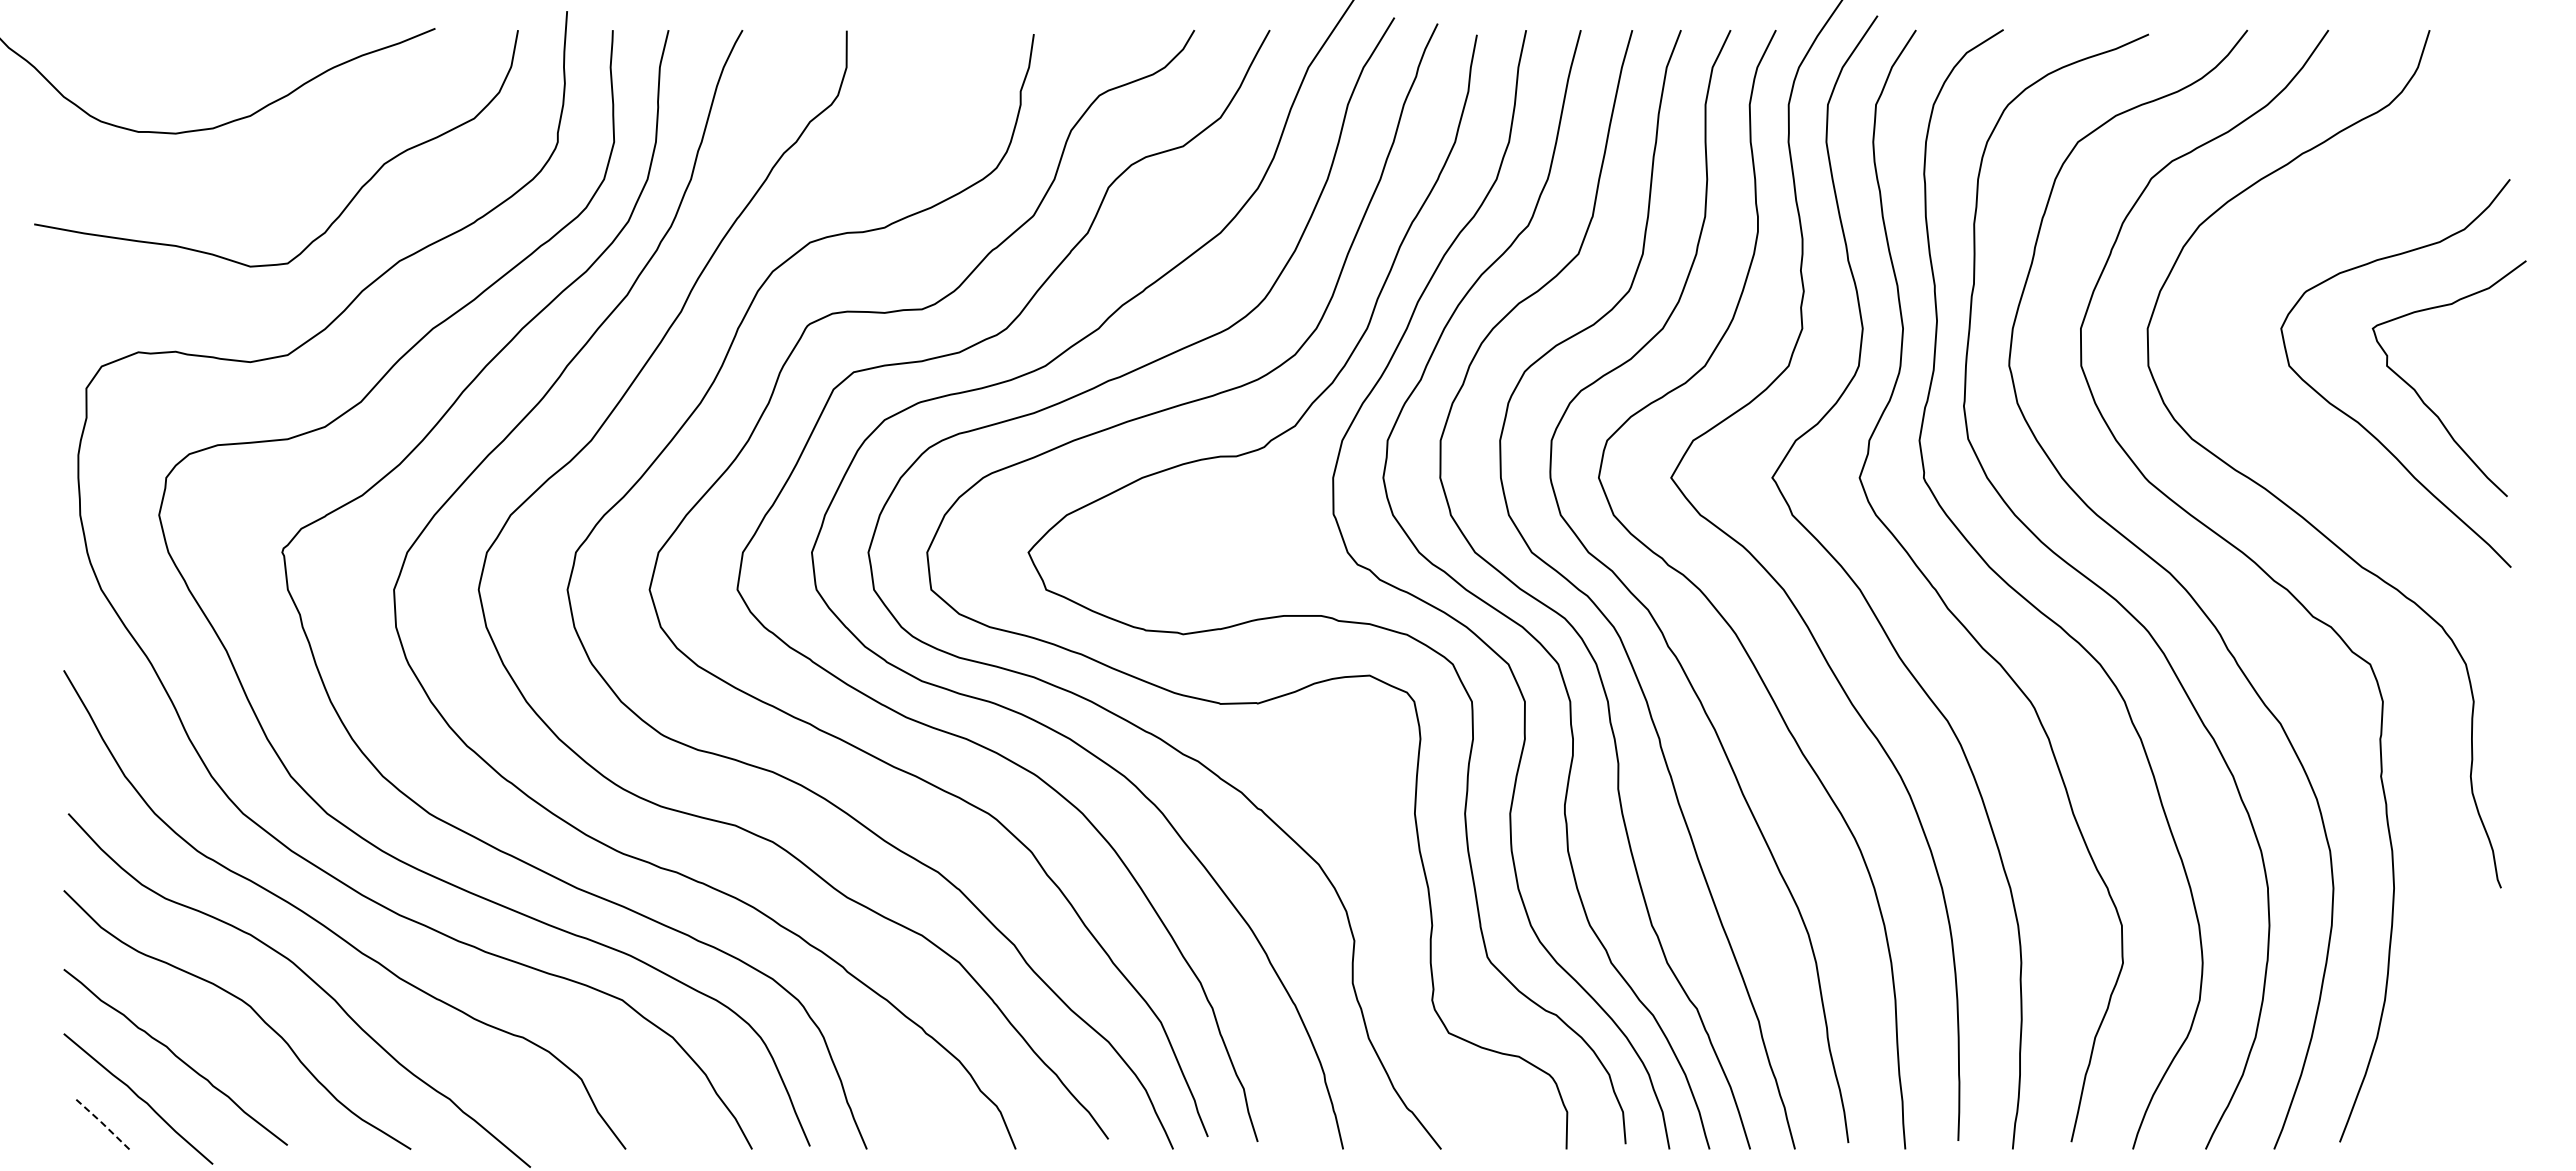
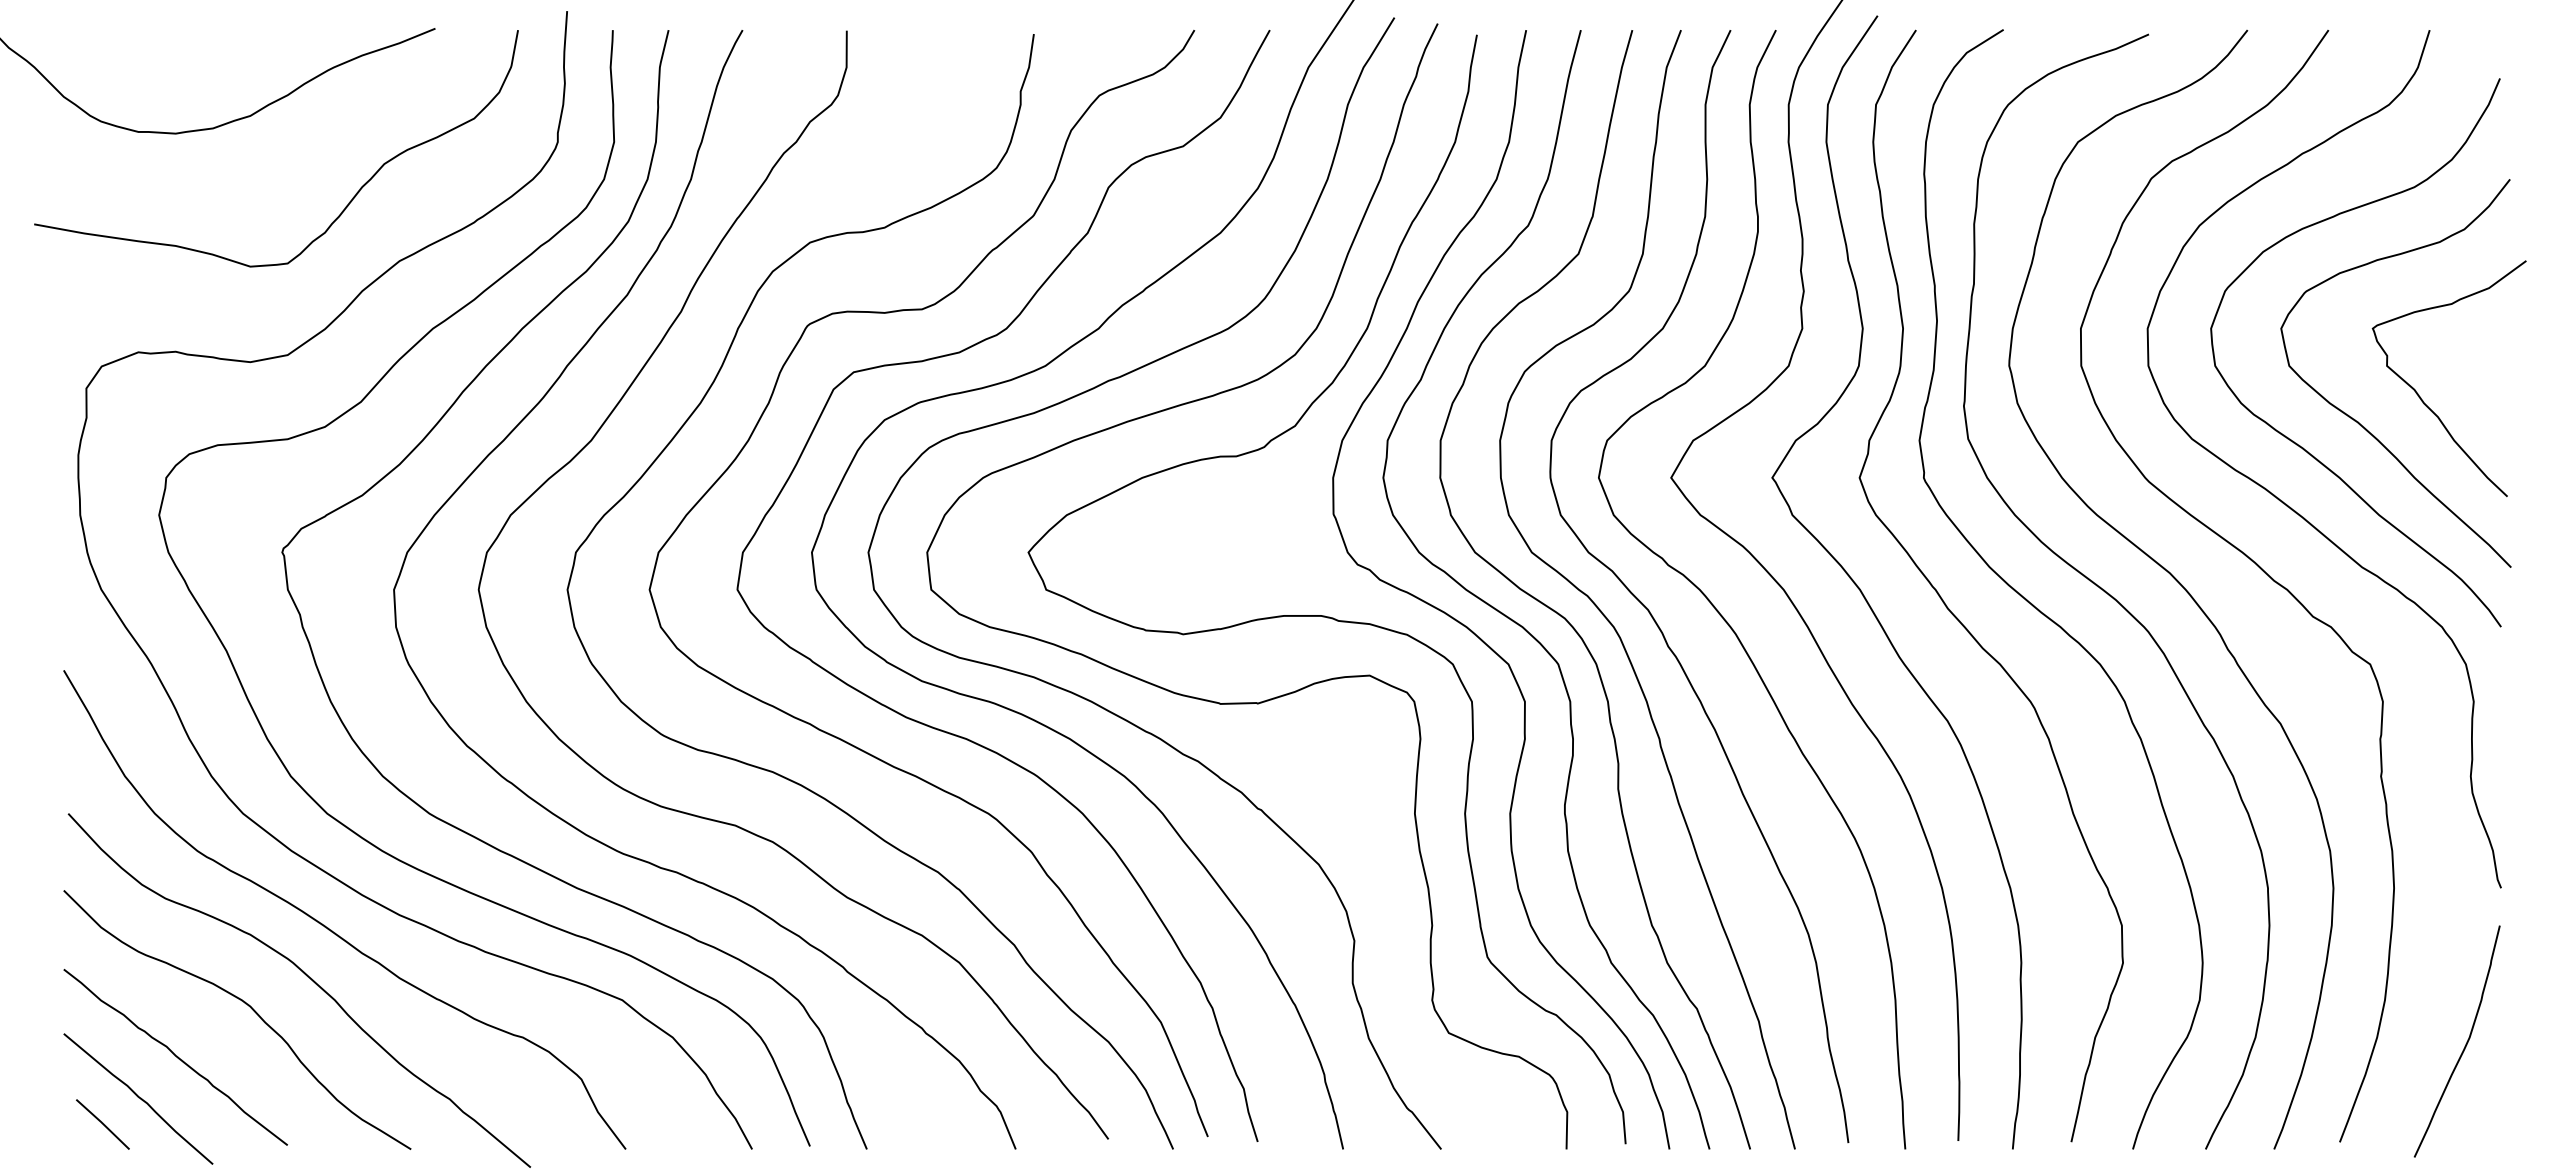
curve at (2290, 438): none -> present
curve at (2464, 1046): none -> present
line at (102, 1123): dashed -> solid
